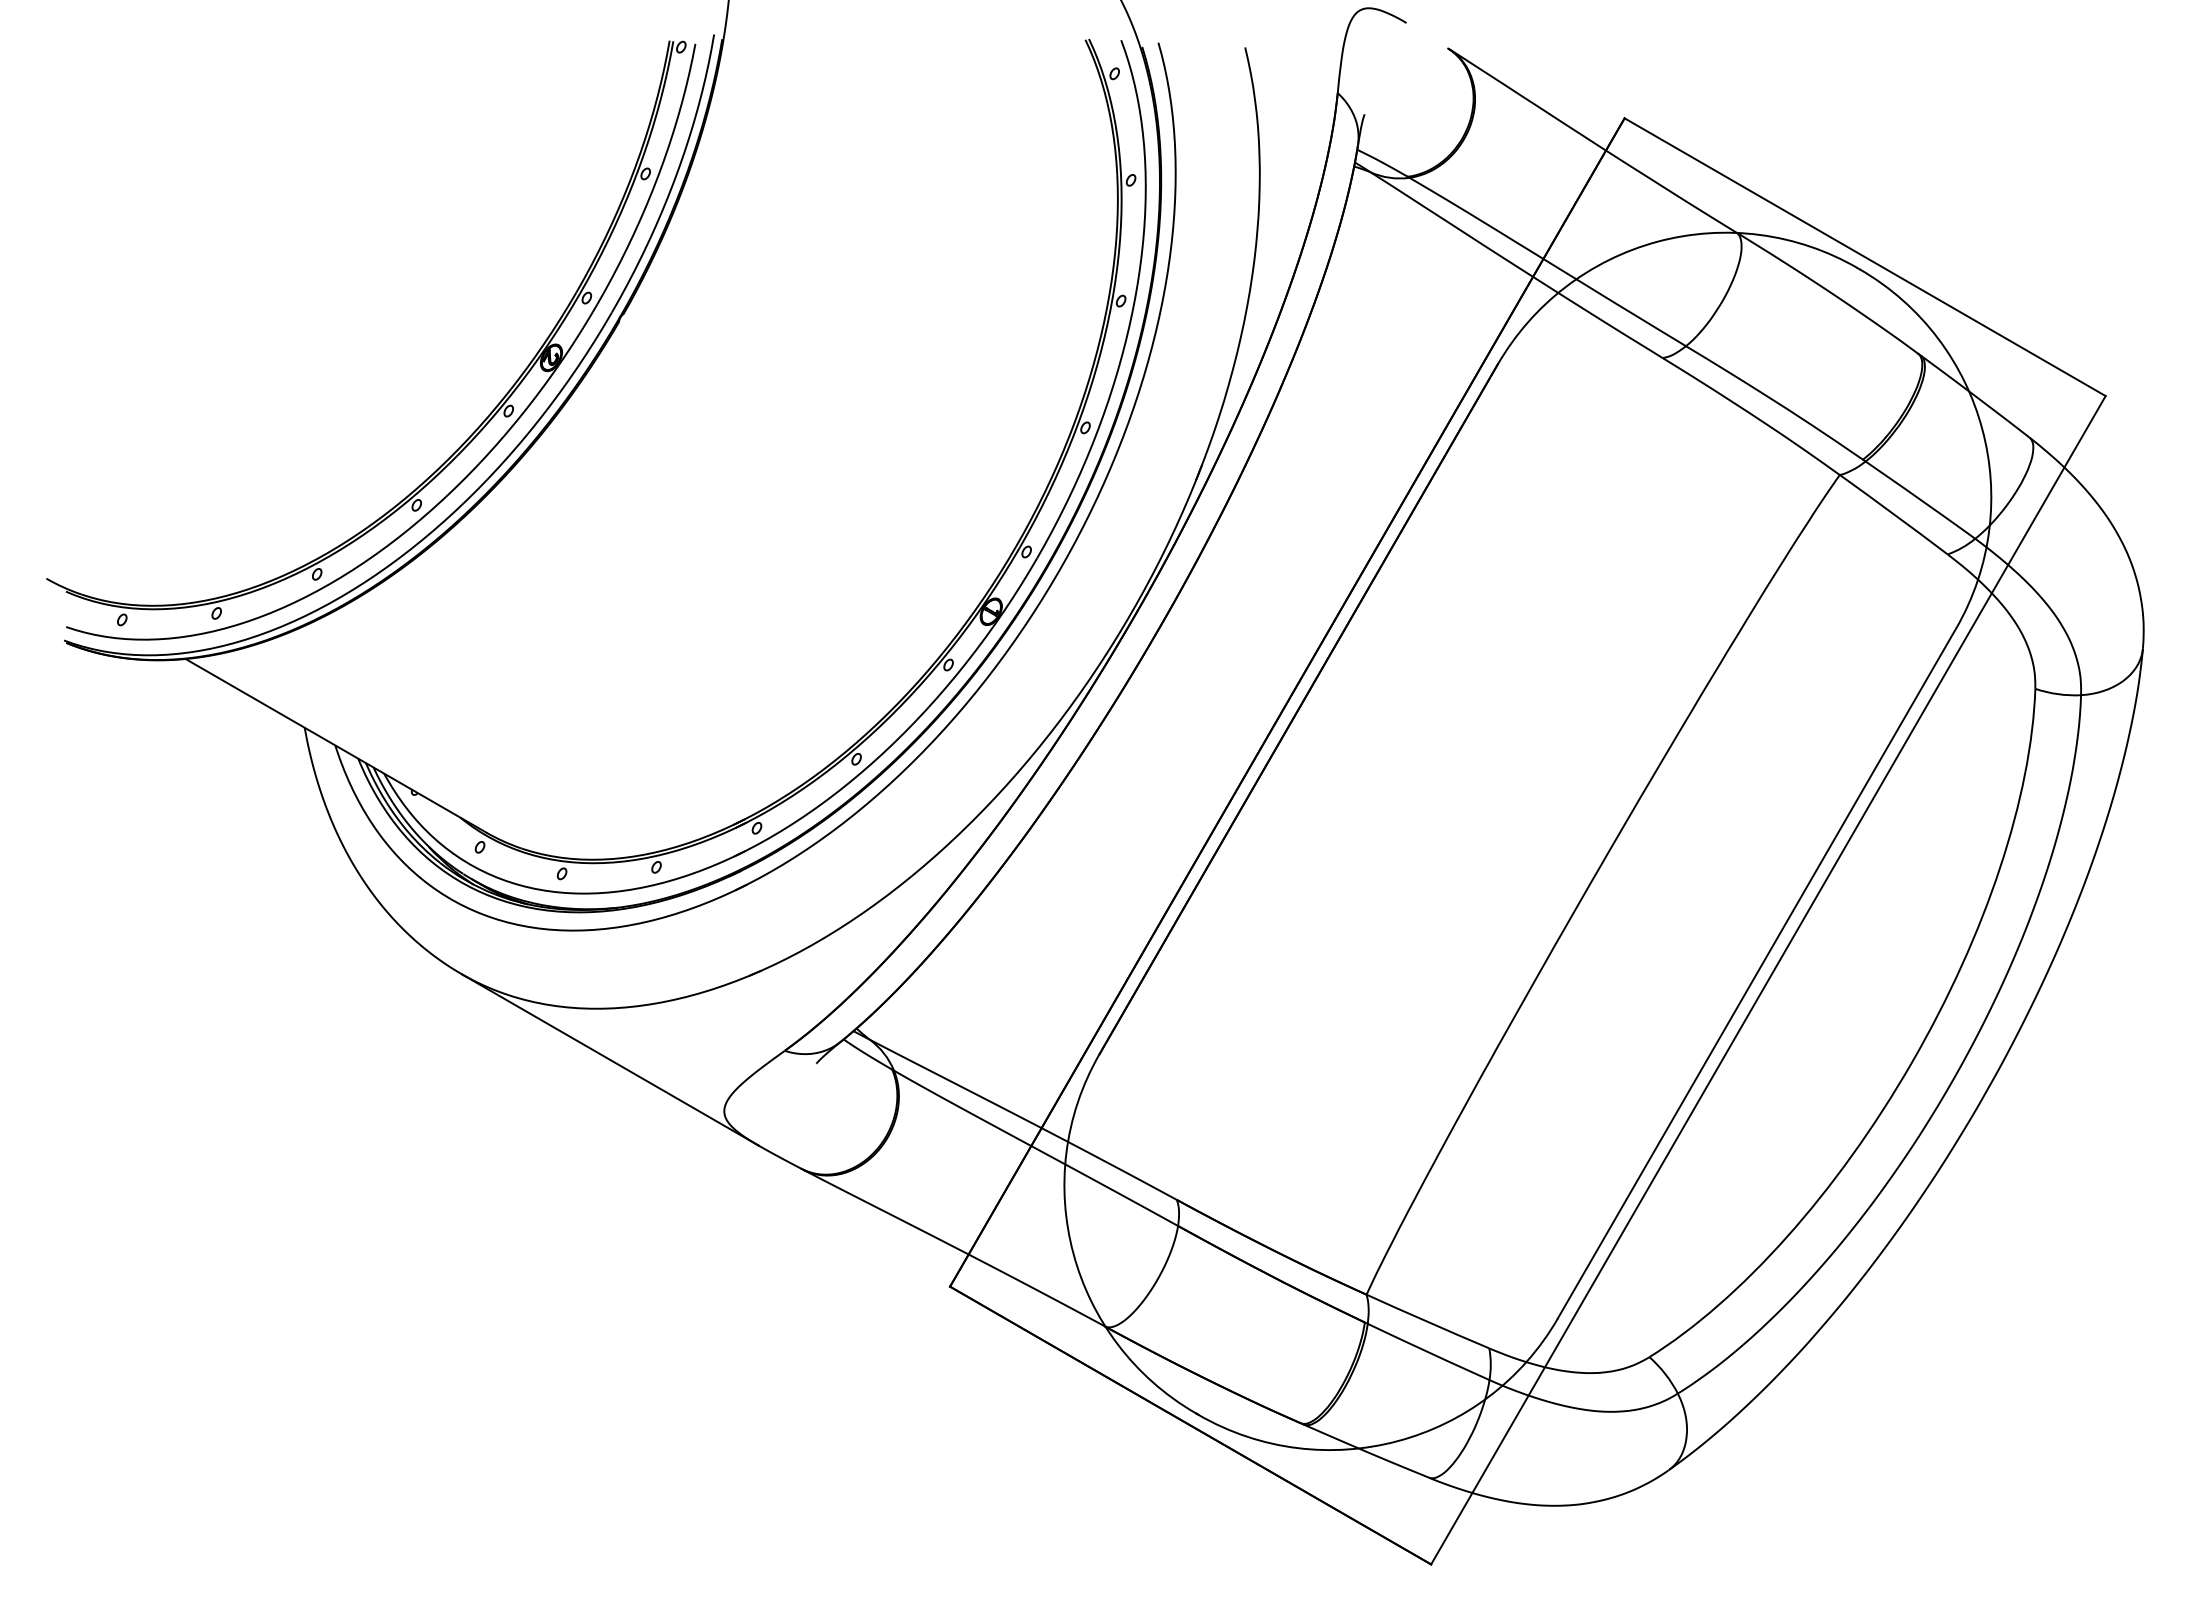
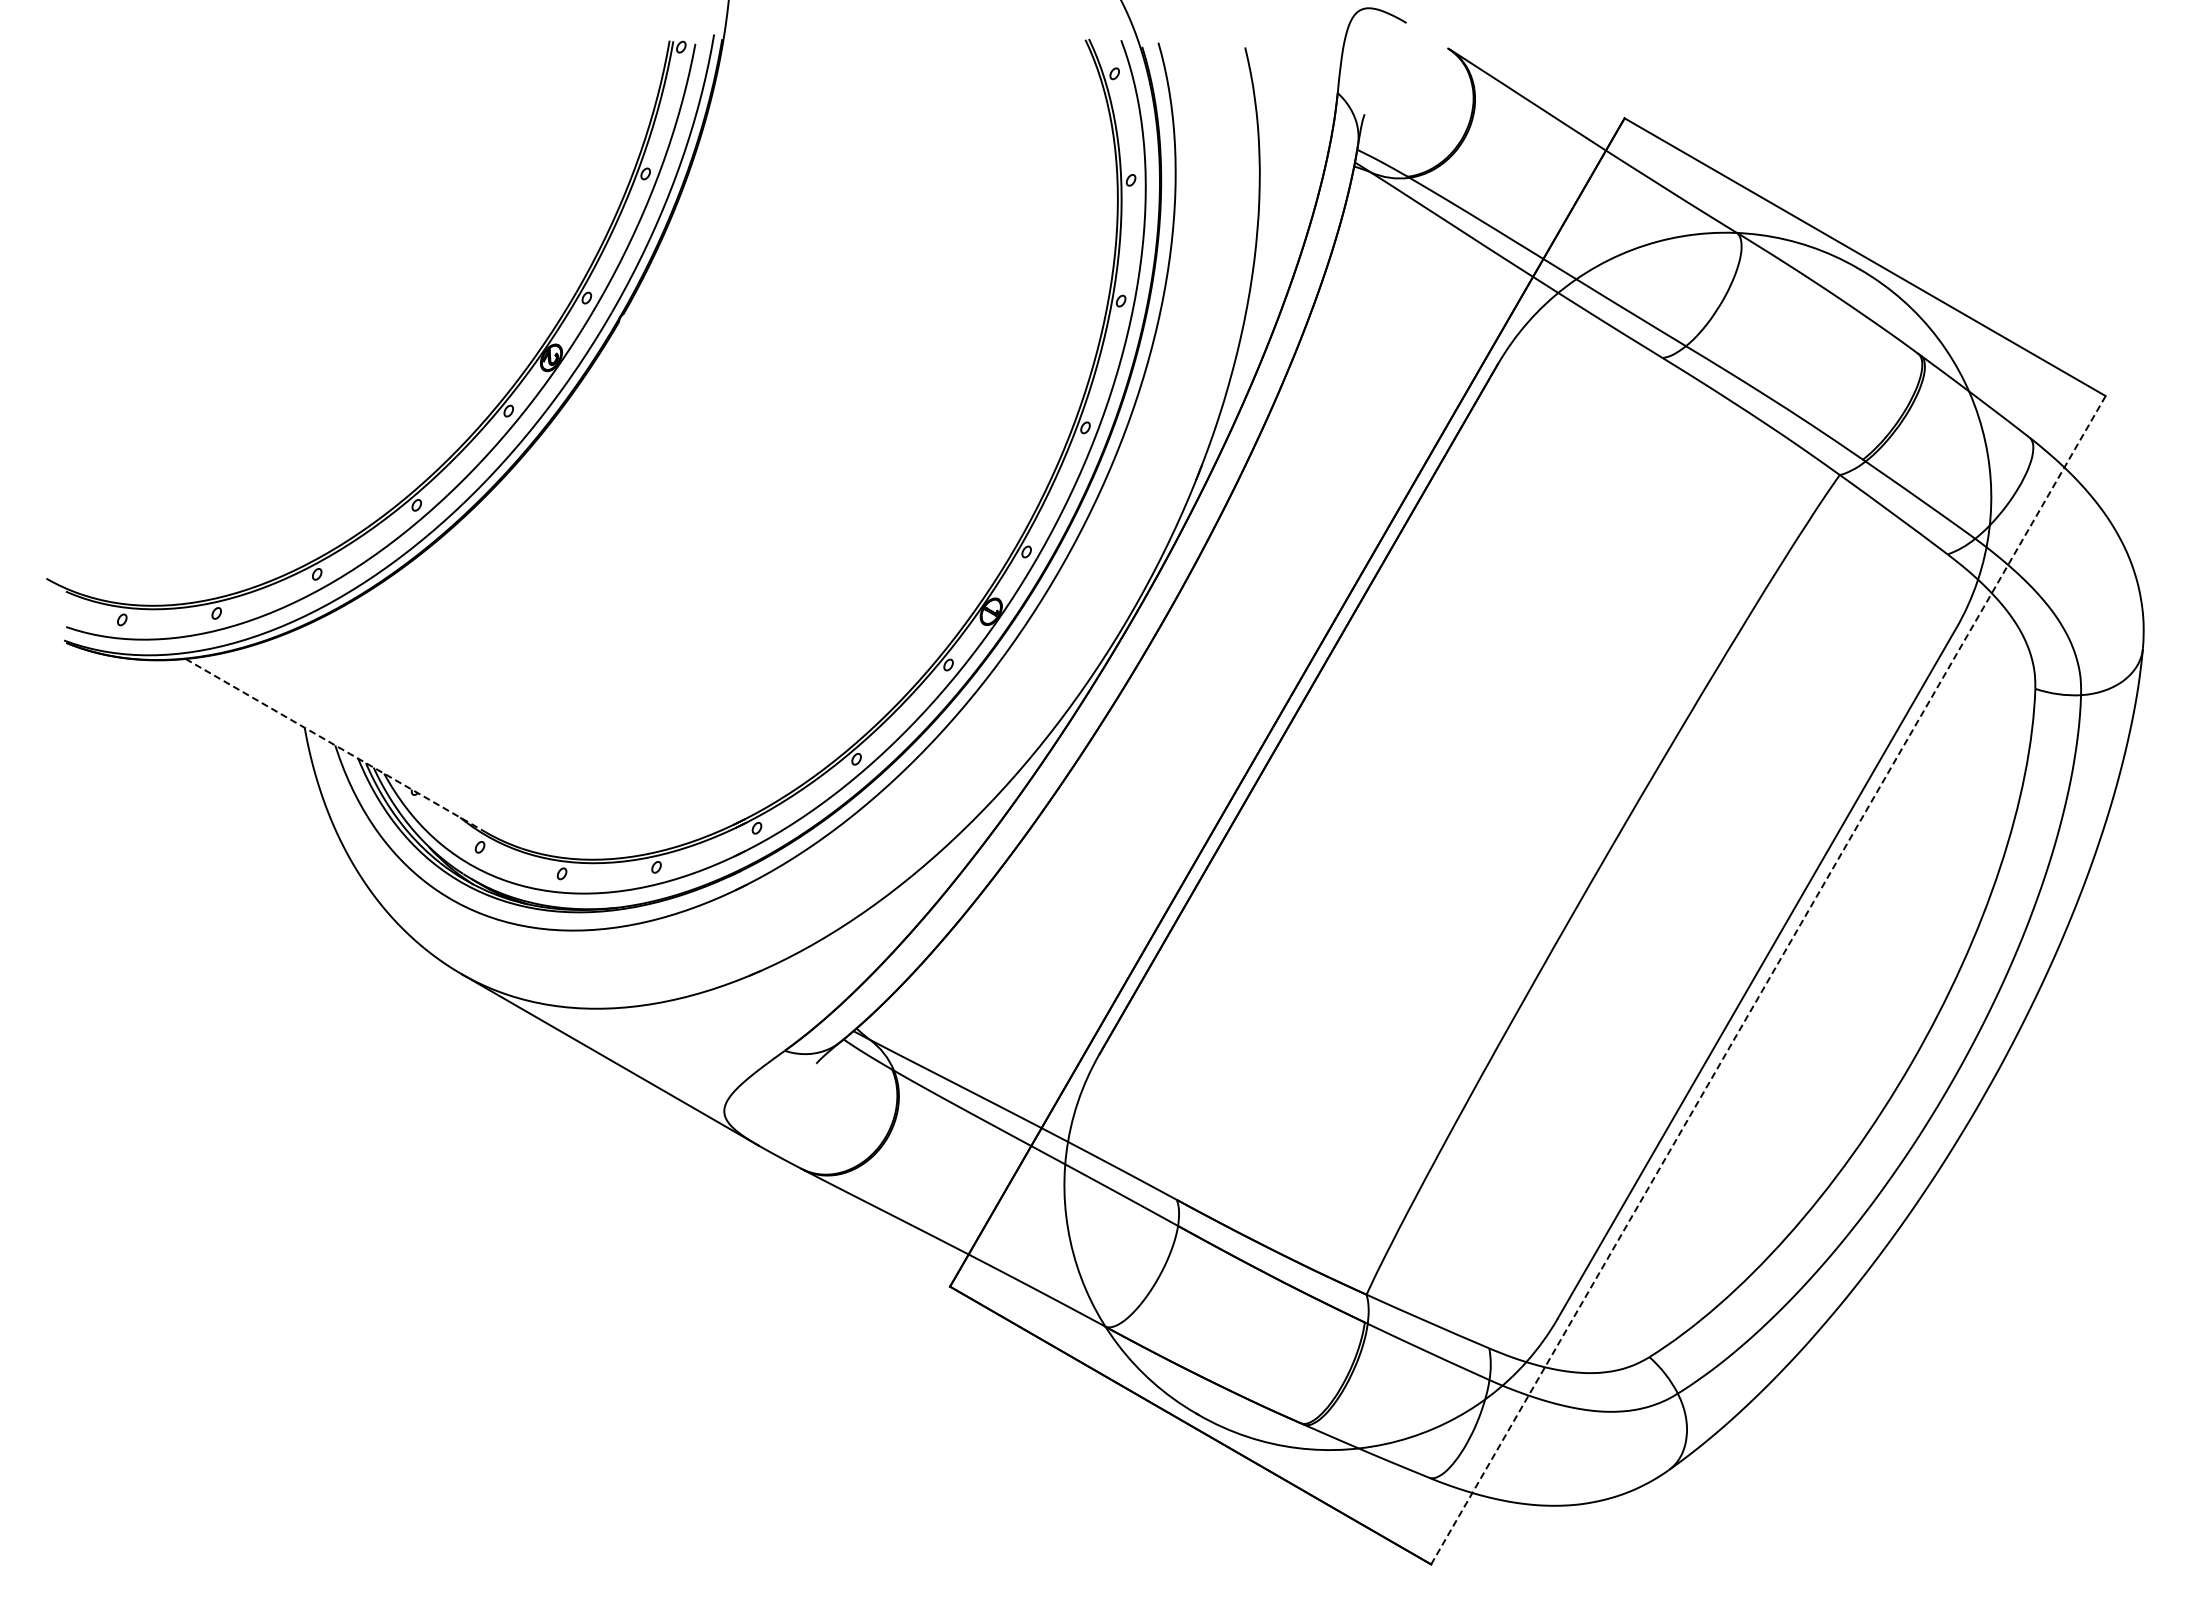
line at (335, 745): solid -> dashed
line at (1768, 980): solid -> dashed
